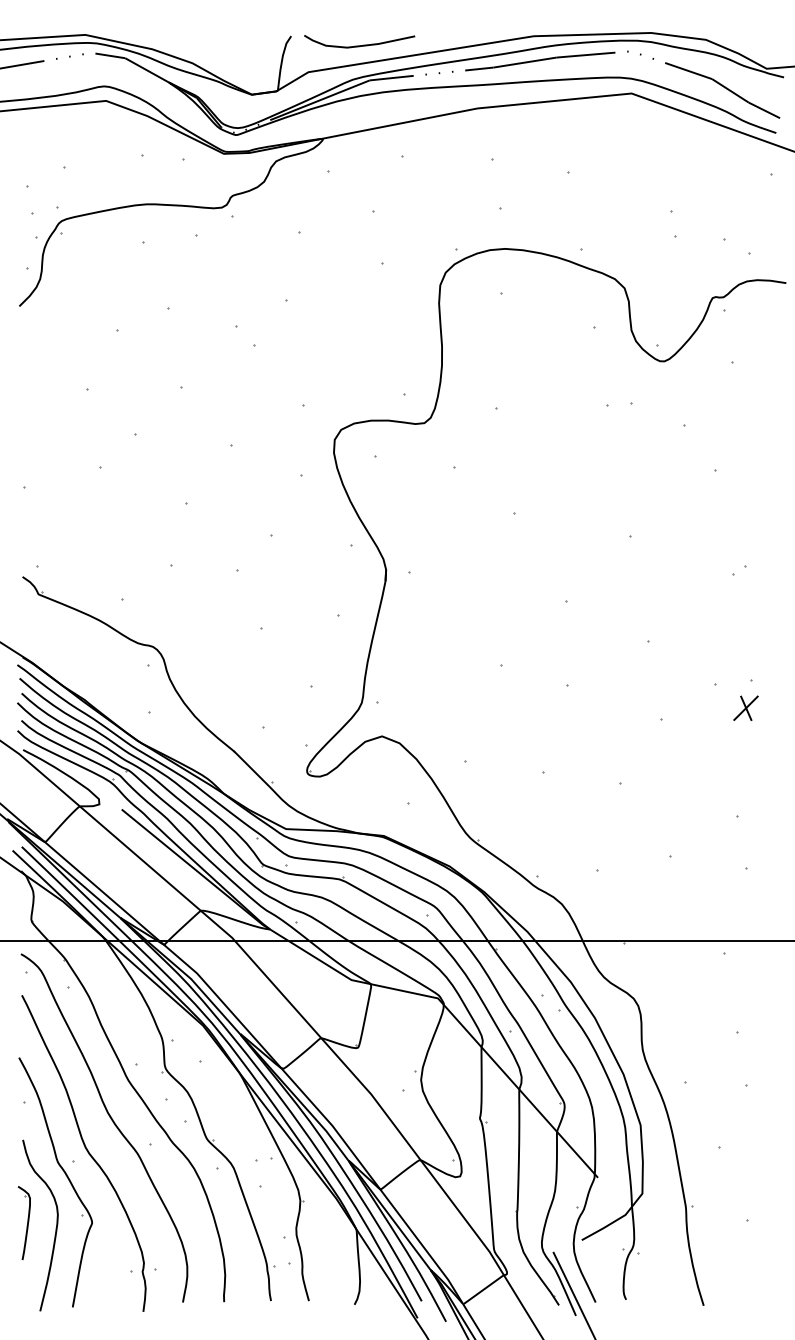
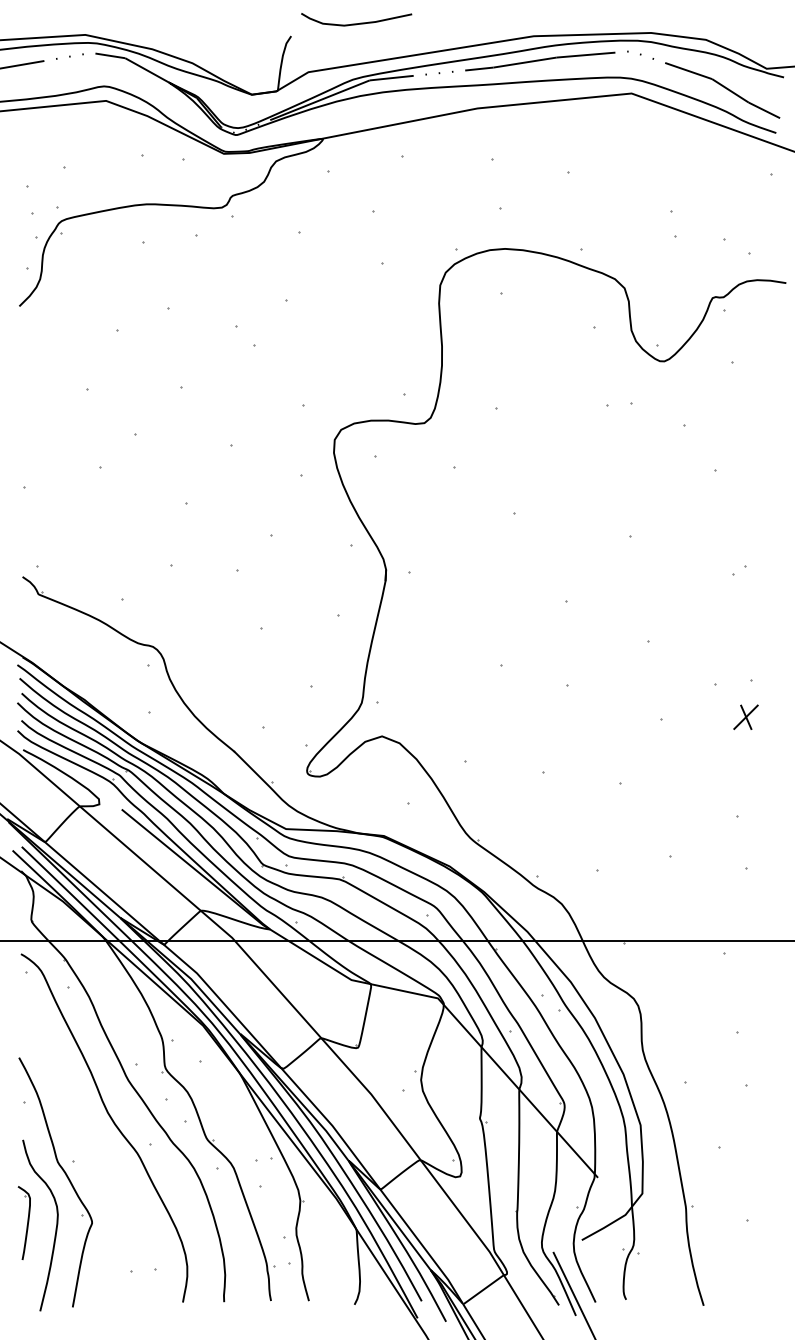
curve at (359, 45) position: (359, 45) -> (356, 23)
part at (745, 707) position: (745, 707) -> (745, 716)
curve at (87, 1152): present -> none
